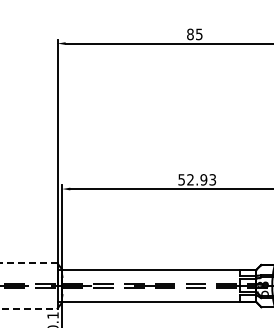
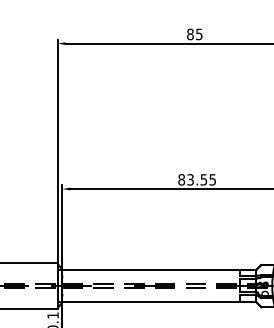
text at (197, 179): 52.93 -> 83.55
line at (28, 263): dashed -> solid
line at (29, 308): dashed -> solid
